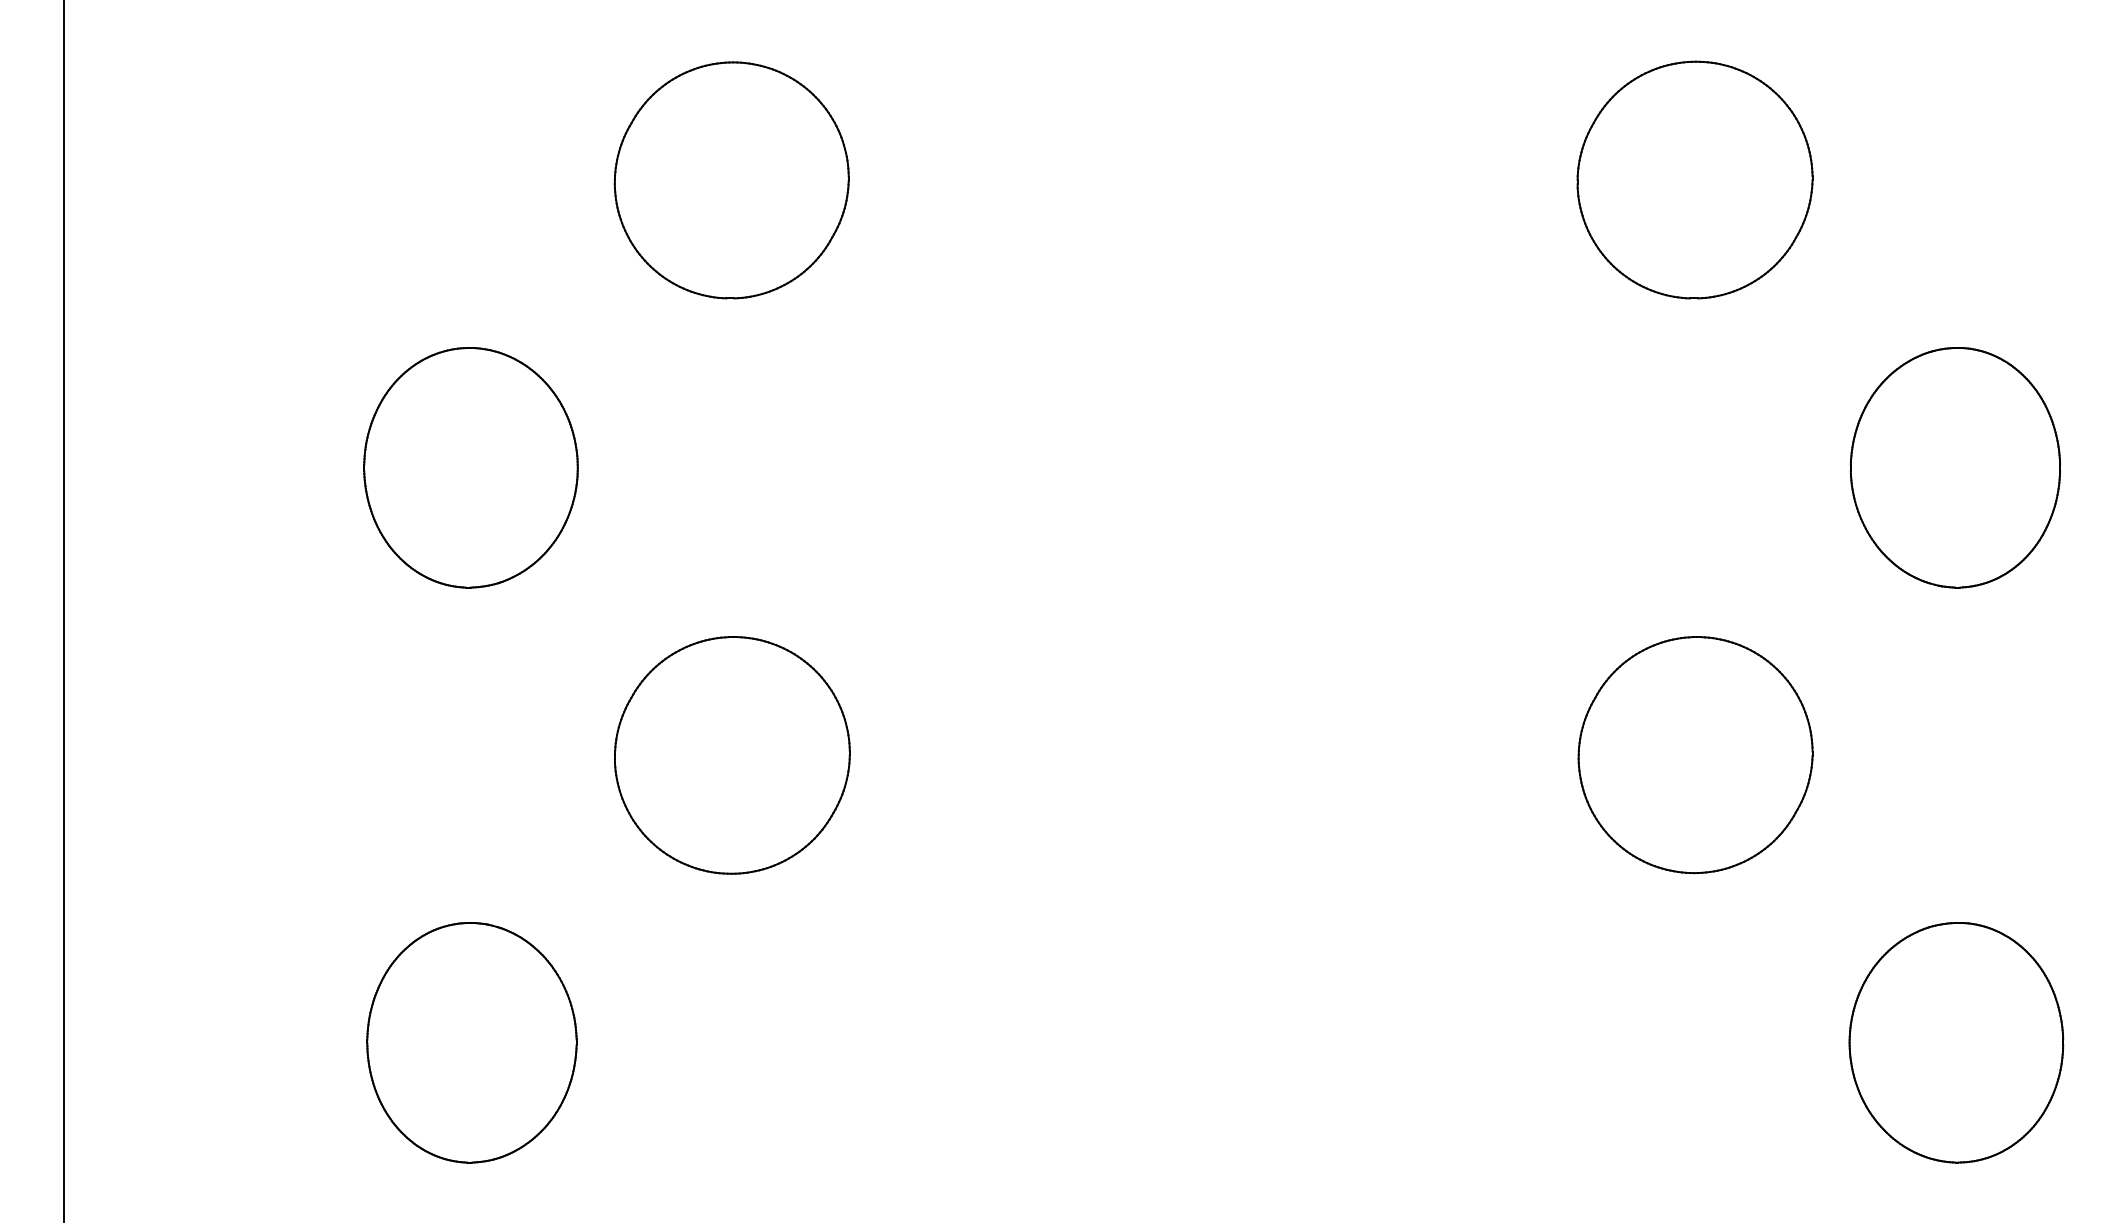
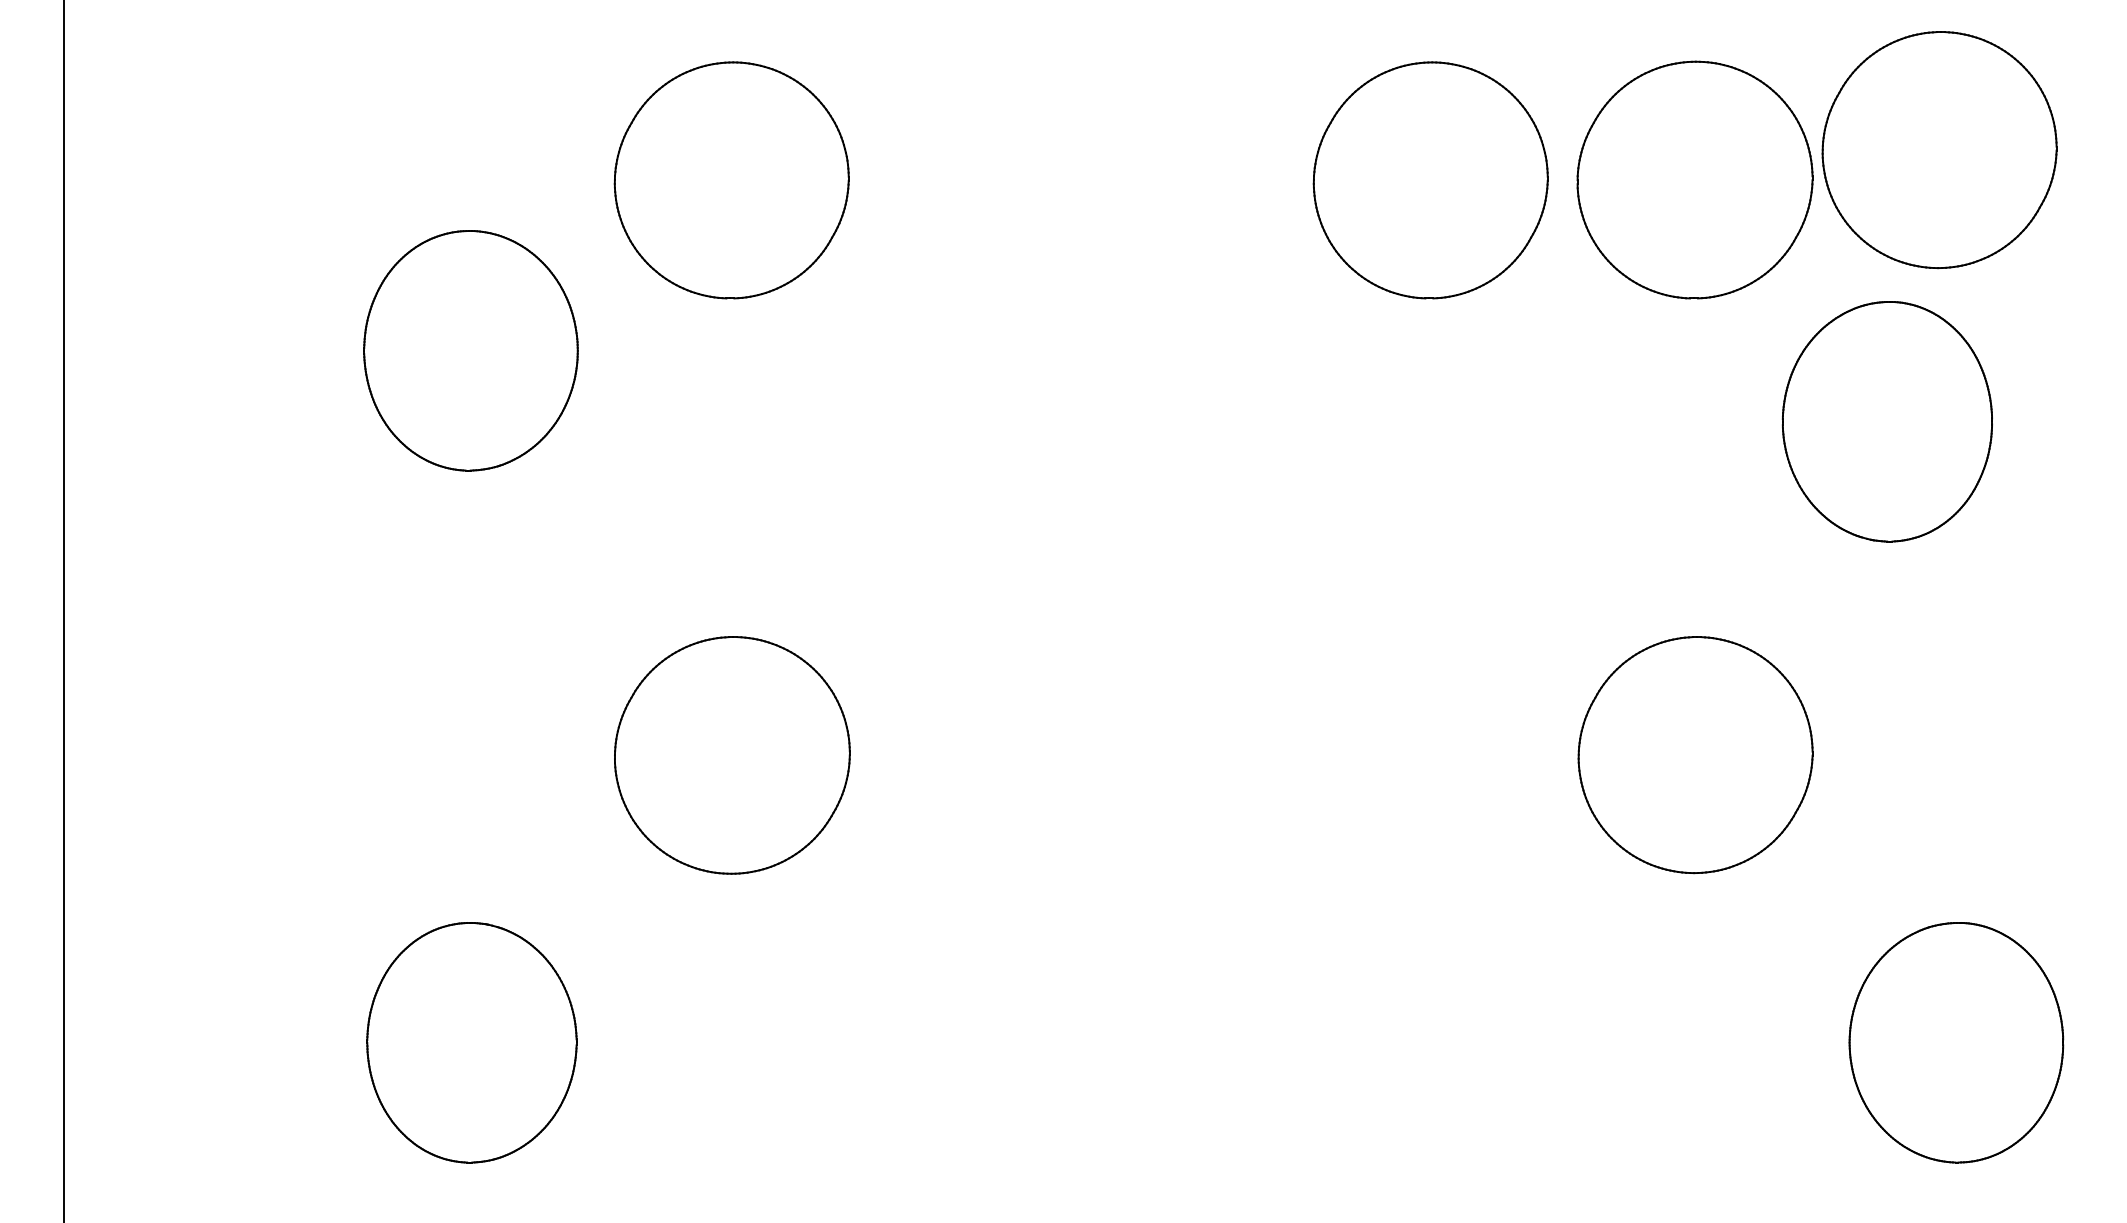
part at (1939, 150): none -> present
part at (1430, 180): none -> present
part at (470, 467) position: (470, 467) -> (470, 350)
part at (1954, 467) position: (1954, 467) -> (1886, 421)
